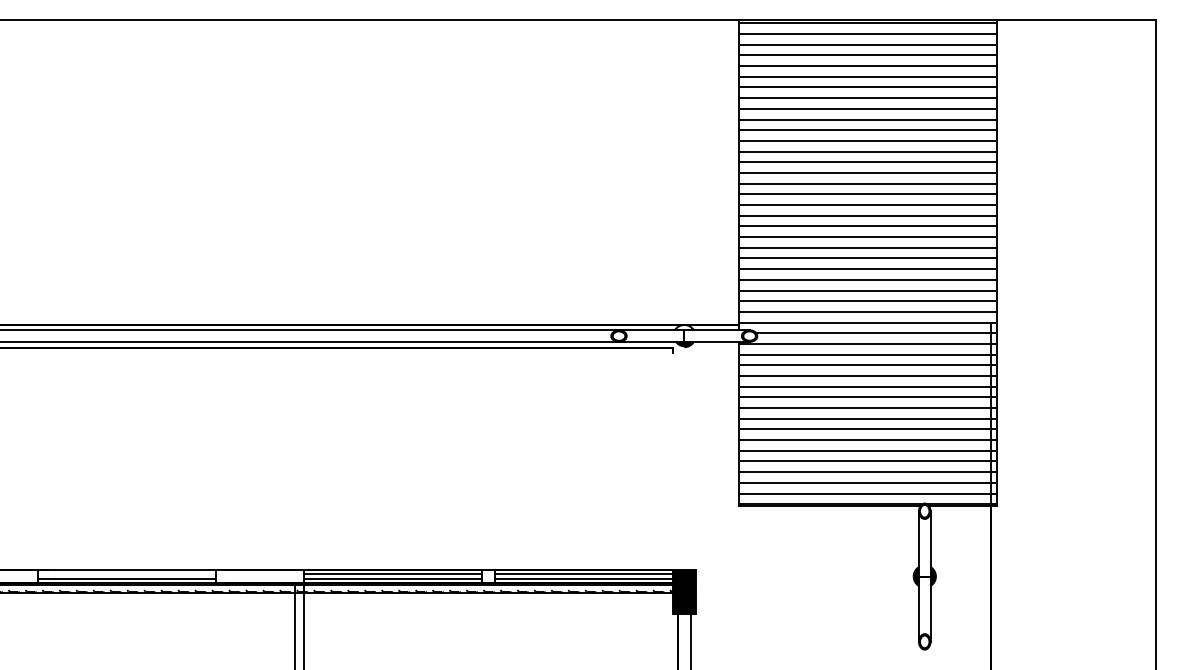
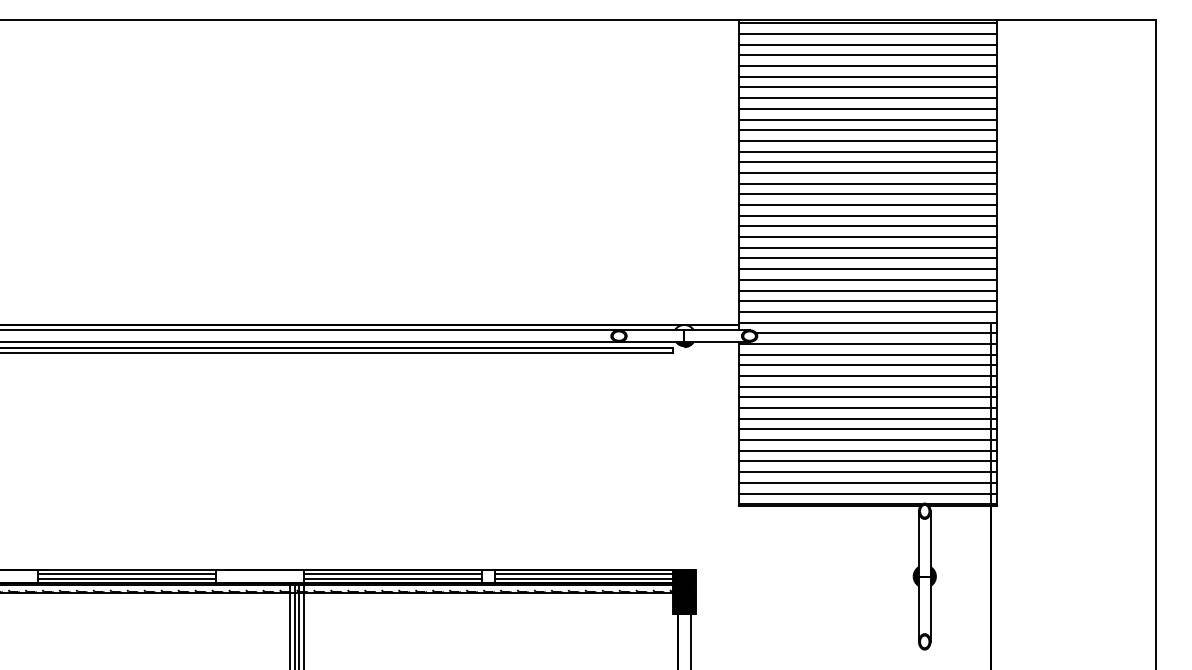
line at (337, 353): none -> present
line at (127, 574): none -> present
line at (290, 624): none -> present
line at (299, 624): none -> present
